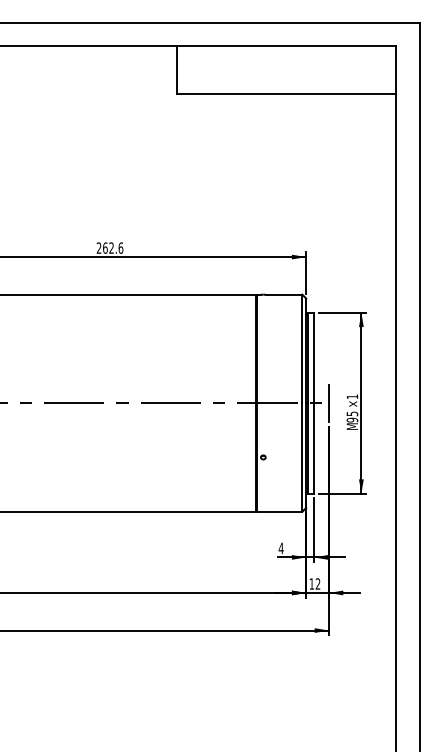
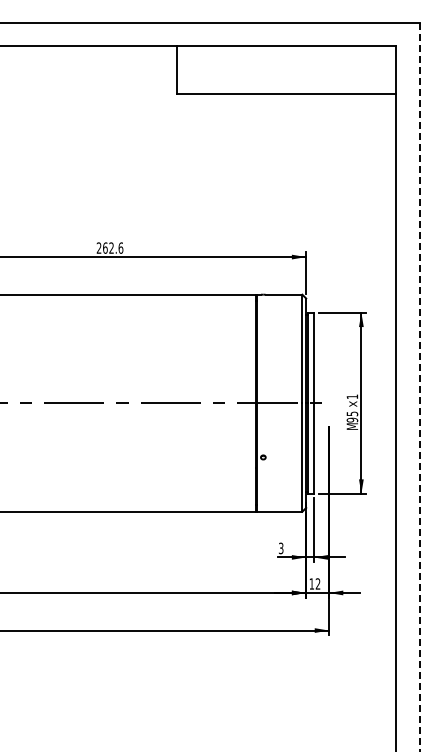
line at (419, 387): solid -> dashed
line at (329, 402): present -> none
text at (280, 548): 4 -> 3
